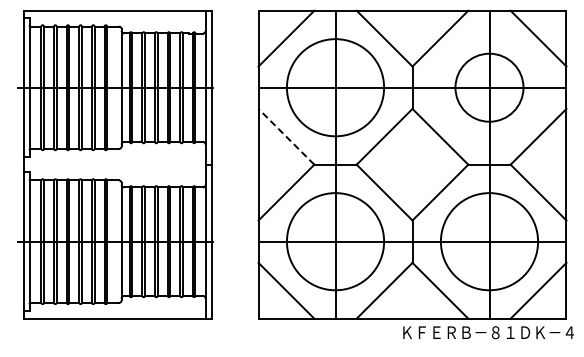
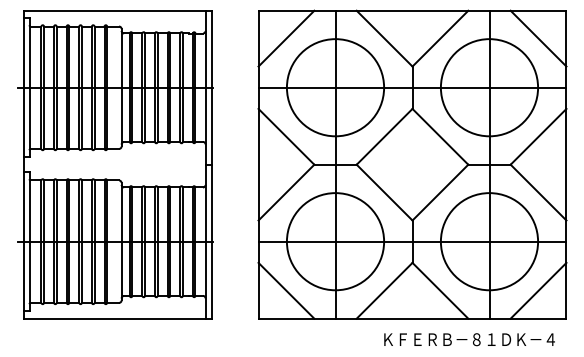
circle at (489, 87) diameter: 68 px -> 97 px
line at (286, 136): dashed -> solid
text at (488, 332) position: (488, 332) -> (469, 339)
